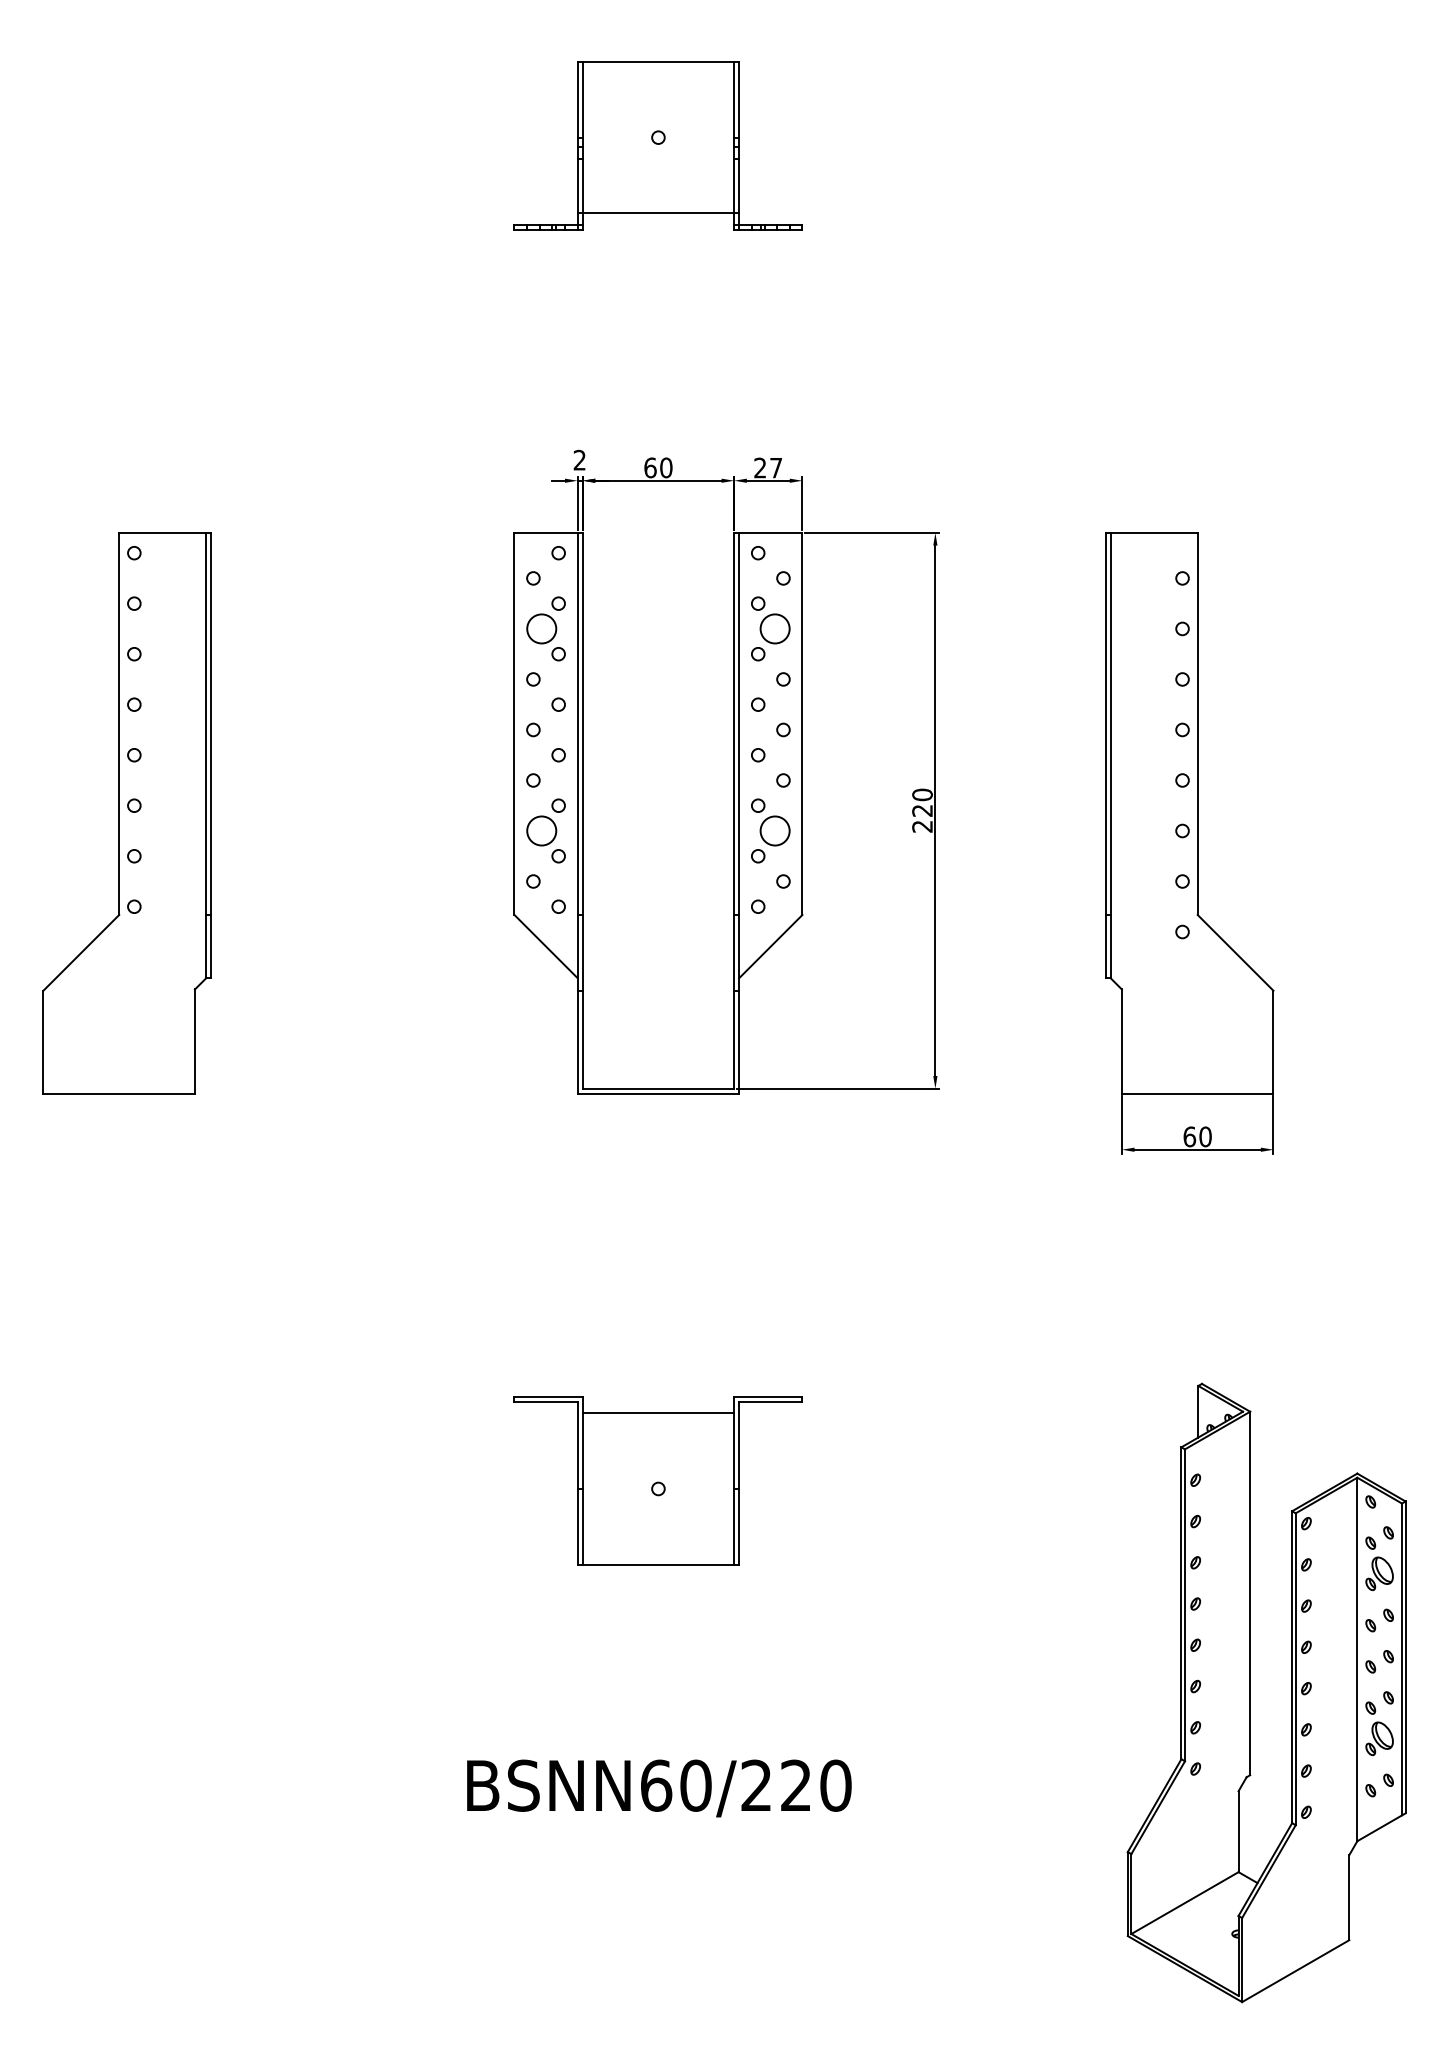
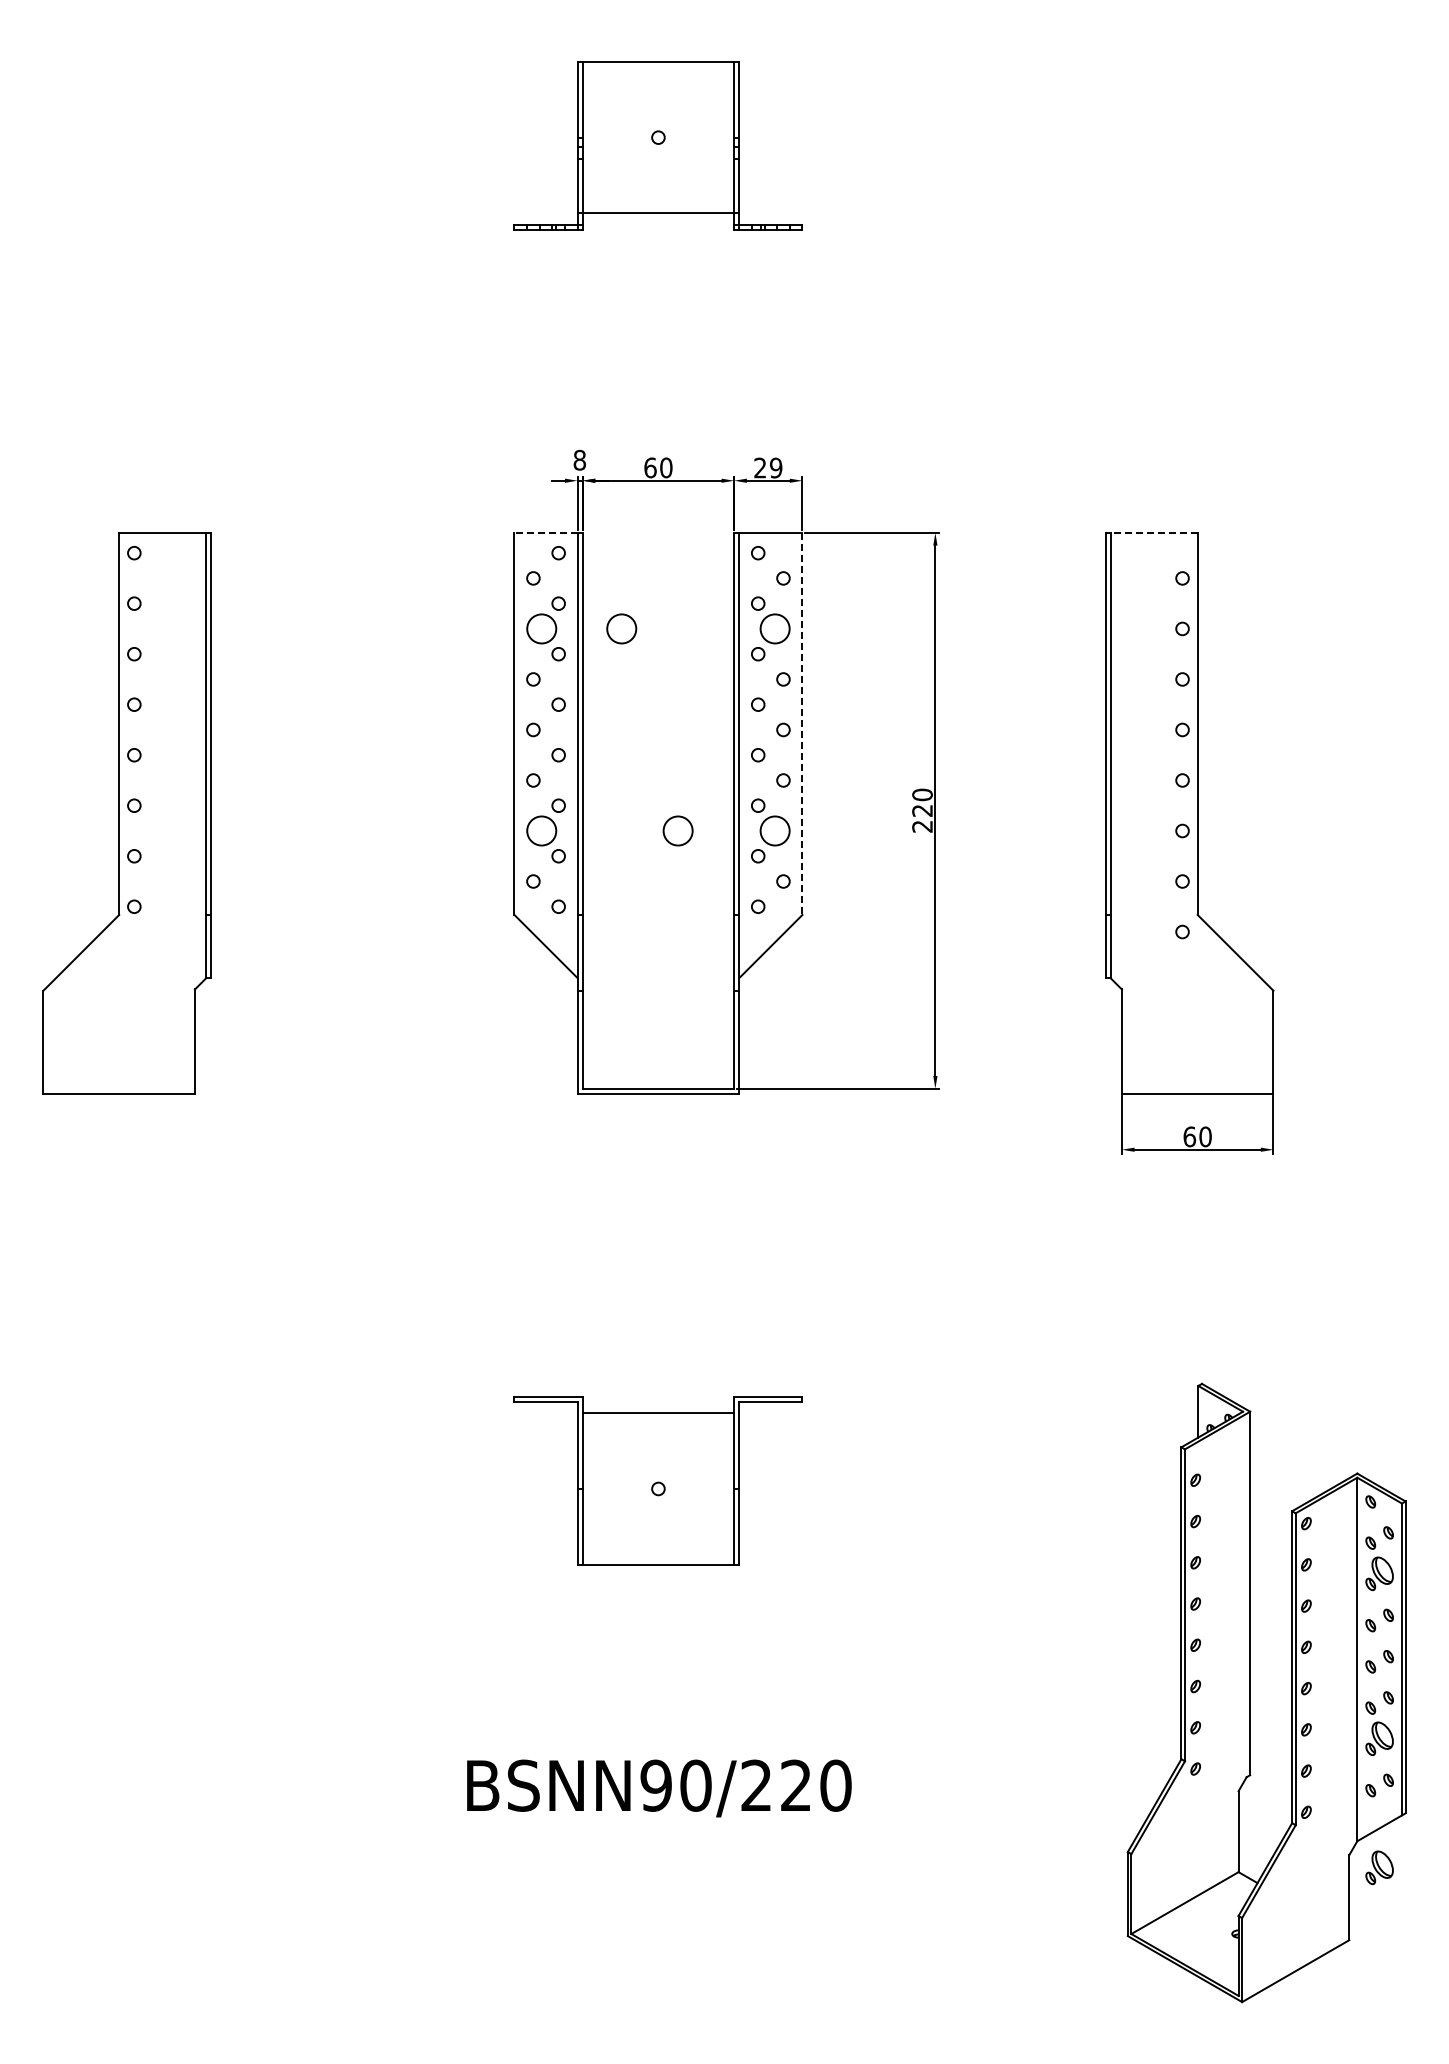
text at (579, 460): 2 -> 8
text at (776, 467): 27 -> 29
line at (546, 532): solid -> dashed
line at (1154, 532): solid -> dashed
circle at (621, 628): none -> present
line at (802, 724): solid -> dashed
circle at (677, 830): none -> present
text at (656, 1785): BSNN60/220 -> BSNN90/220
part at (1379, 1867): none -> present
